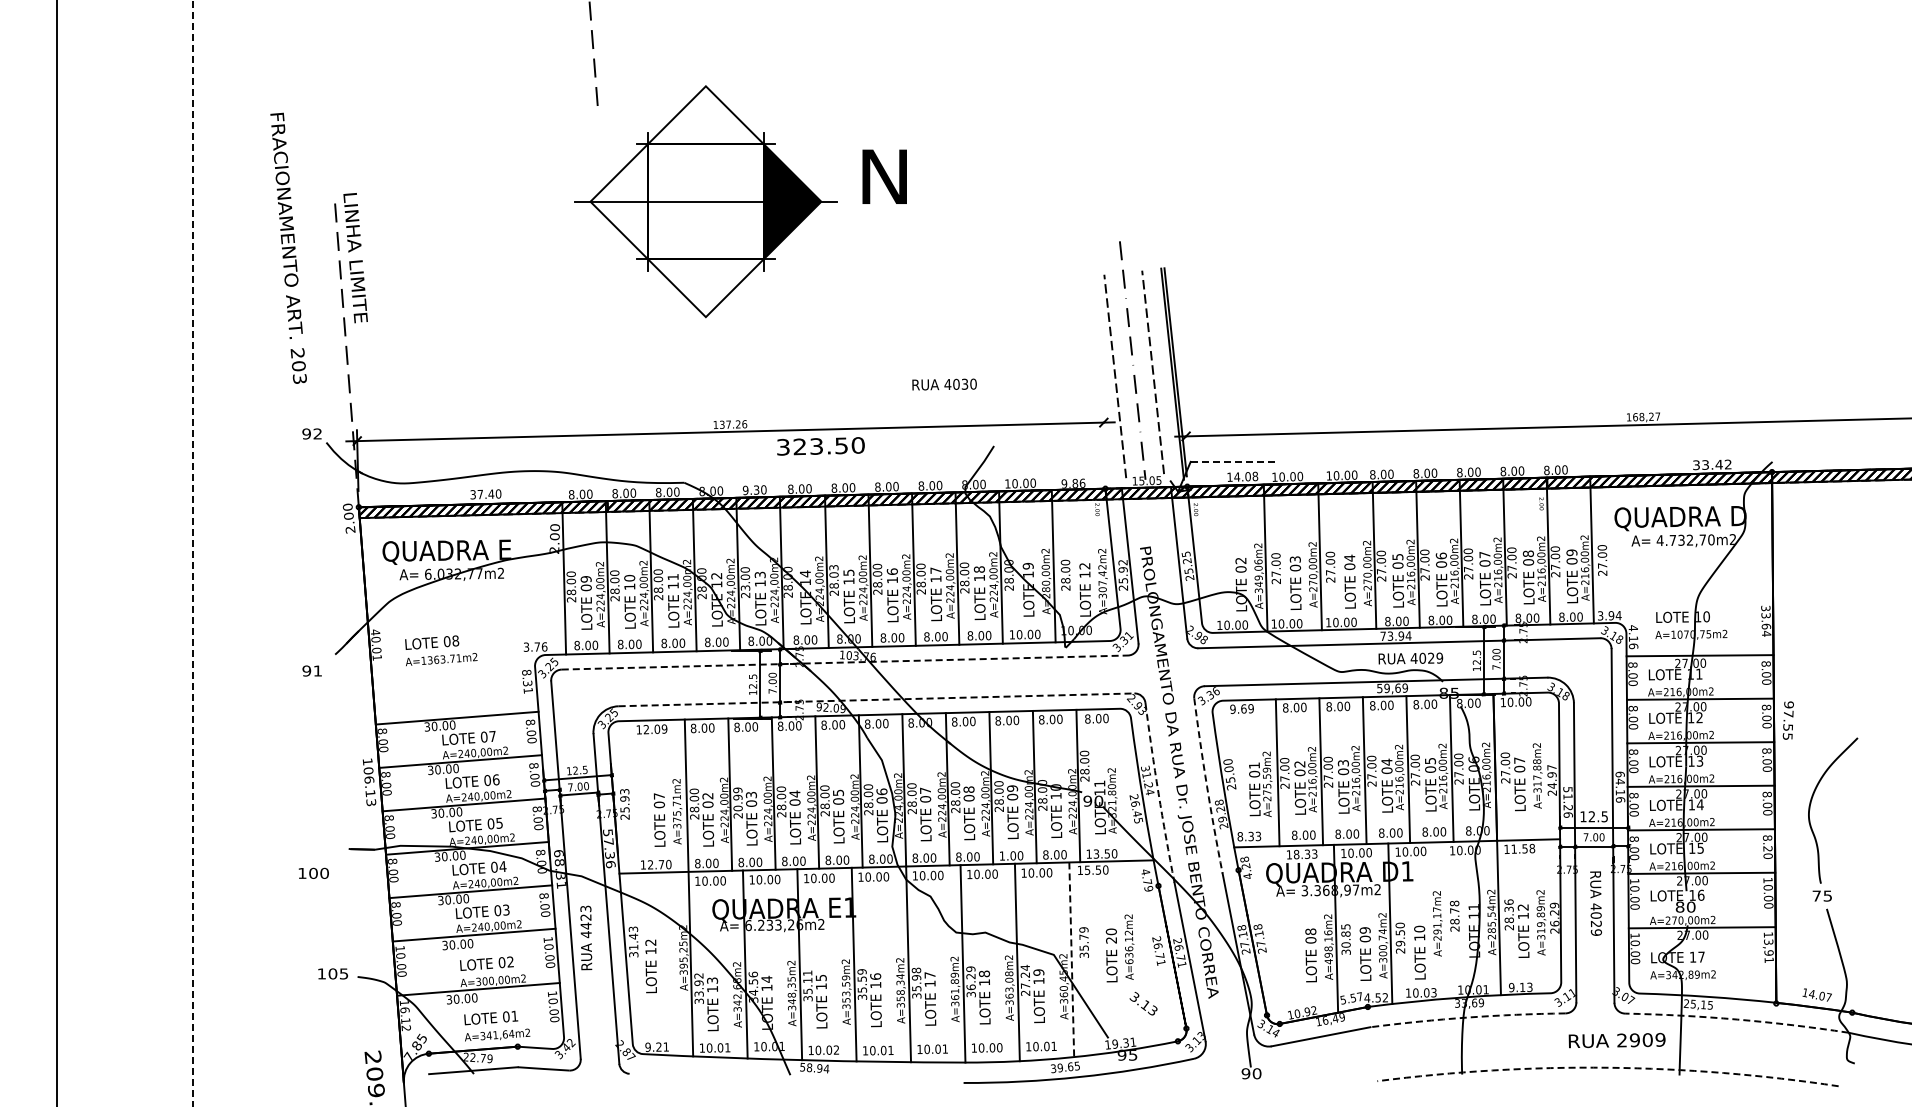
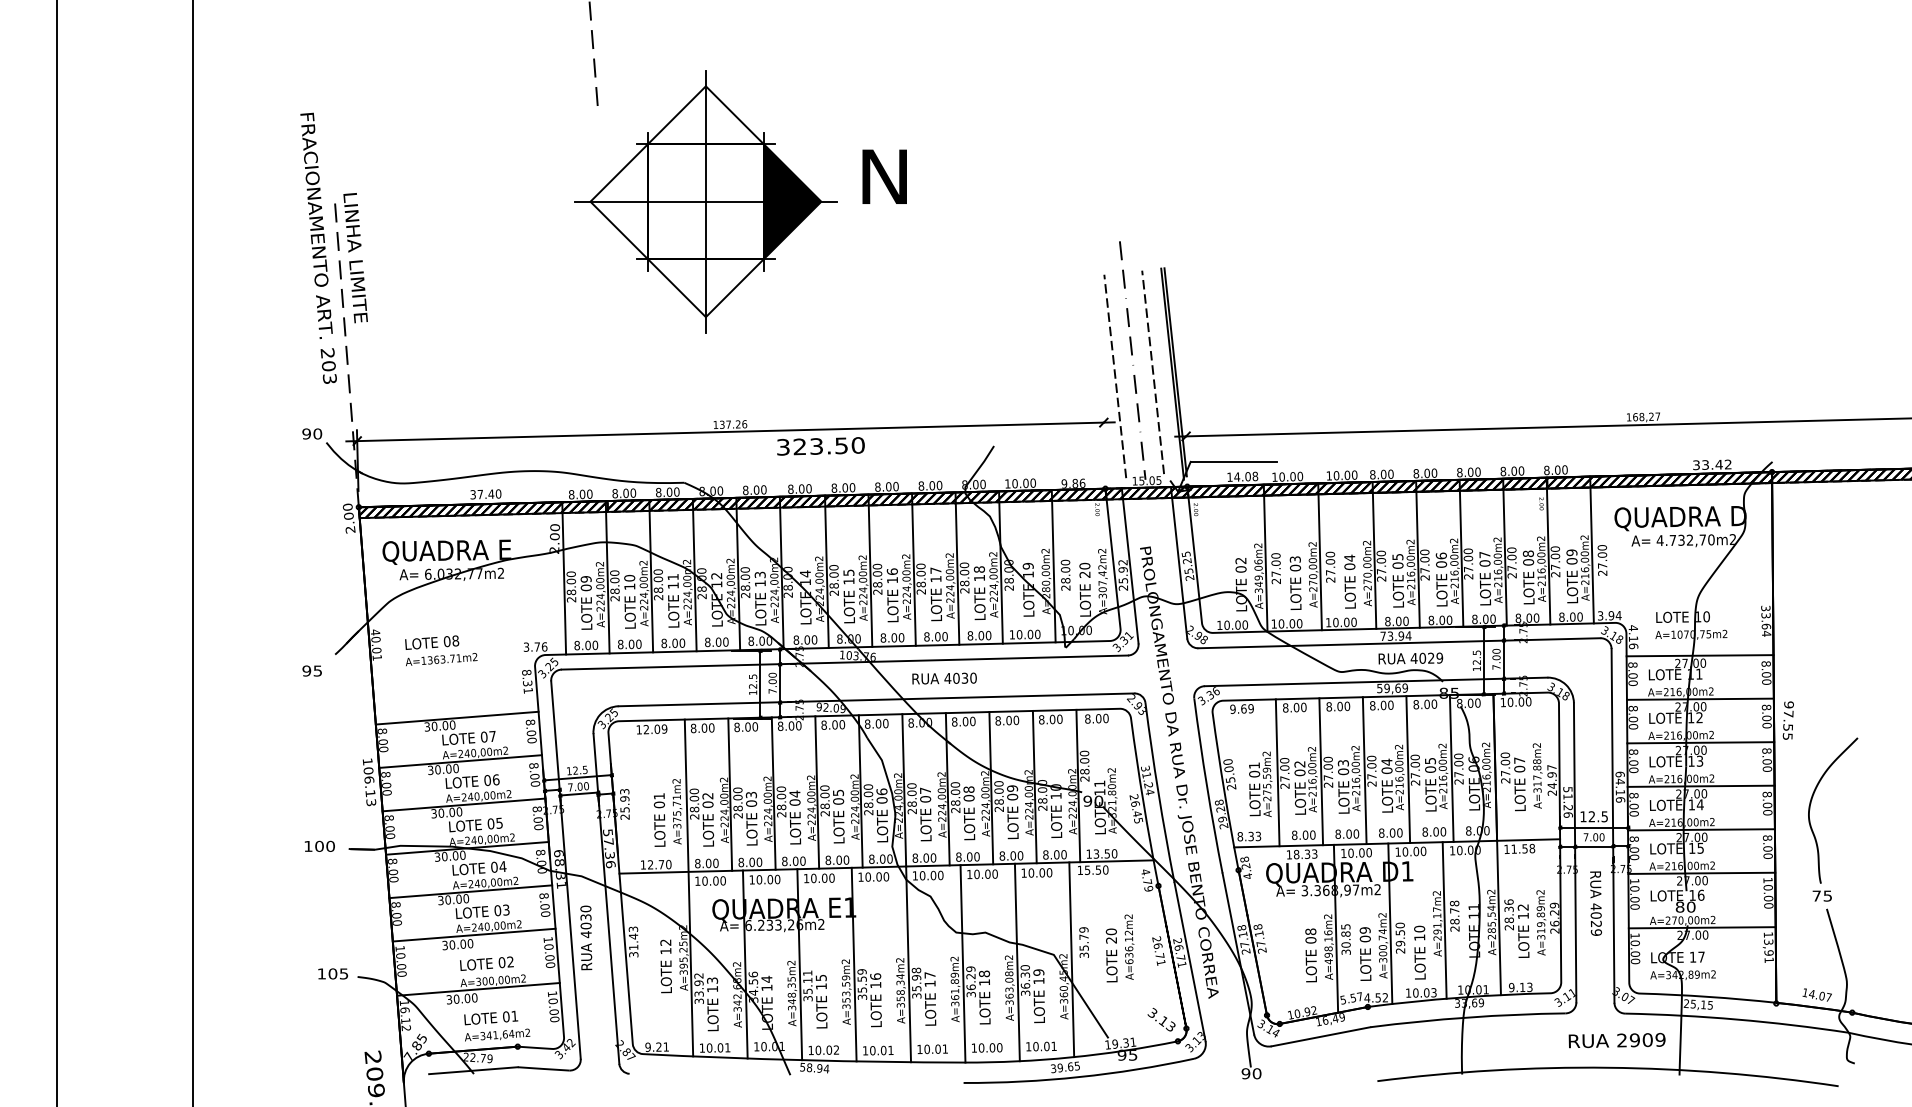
line at (705, 201): none -> present
text at (288, 247) position: (288, 247) -> (318, 247)
text at (944, 384) position: (944, 384) -> (944, 678)
text at (317, 433): 92 -> 90
line at (1234, 461): dashed -> solid
text at (750, 490): 9.30 -> 8.00
line at (193, 553): dashed -> solid
text at (833, 567): 28.03 -> 28.00
text at (1084, 569): 12 -> 20
text at (745, 587): 23.00 -> 28.00
line at (845, 662): dashed -> solid
text at (317, 670): 91 -> 95
line at (876, 699): dashed -> solid
arc at (1206, 786): dashed -> solid
arc at (1158, 793): dashed -> solid
text at (658, 796): 07 -> 01
text at (737, 799): 20.99 -> 28.00
text at (1767, 848): 8.20 -> 8.00
text at (1002, 855): 1.00 -> 8.00
text at (313, 872) position: (313, 872) -> (319, 845)
text at (585, 917): 4423 -> 4030
line at (1444, 920): none -> present
line at (1071, 960): dashed -> solid
text at (650, 966) position: (650, 966) -> (665, 966)
text at (1025, 979): 27.24 -> 36.30
text at (1143, 1003) position: (1143, 1003) -> (1161, 1019)
arc at (1467, 1017): dashed -> solid
arc at (1737, 1019): dashed -> solid
arc at (1608, 1067): dashed -> solid
